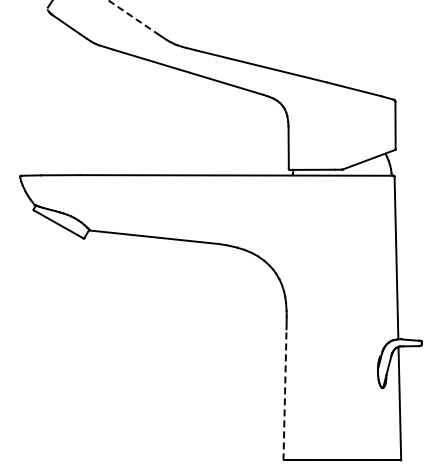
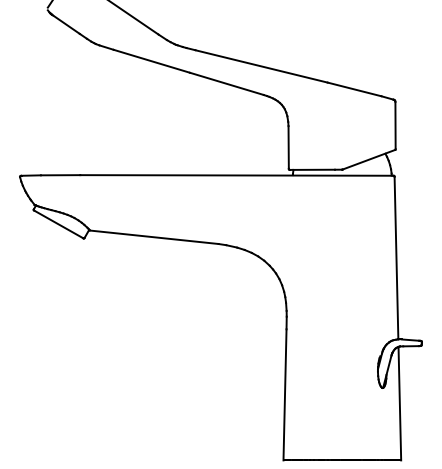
line at (133, 17): dashed -> solid
line at (285, 394): dashed -> solid
